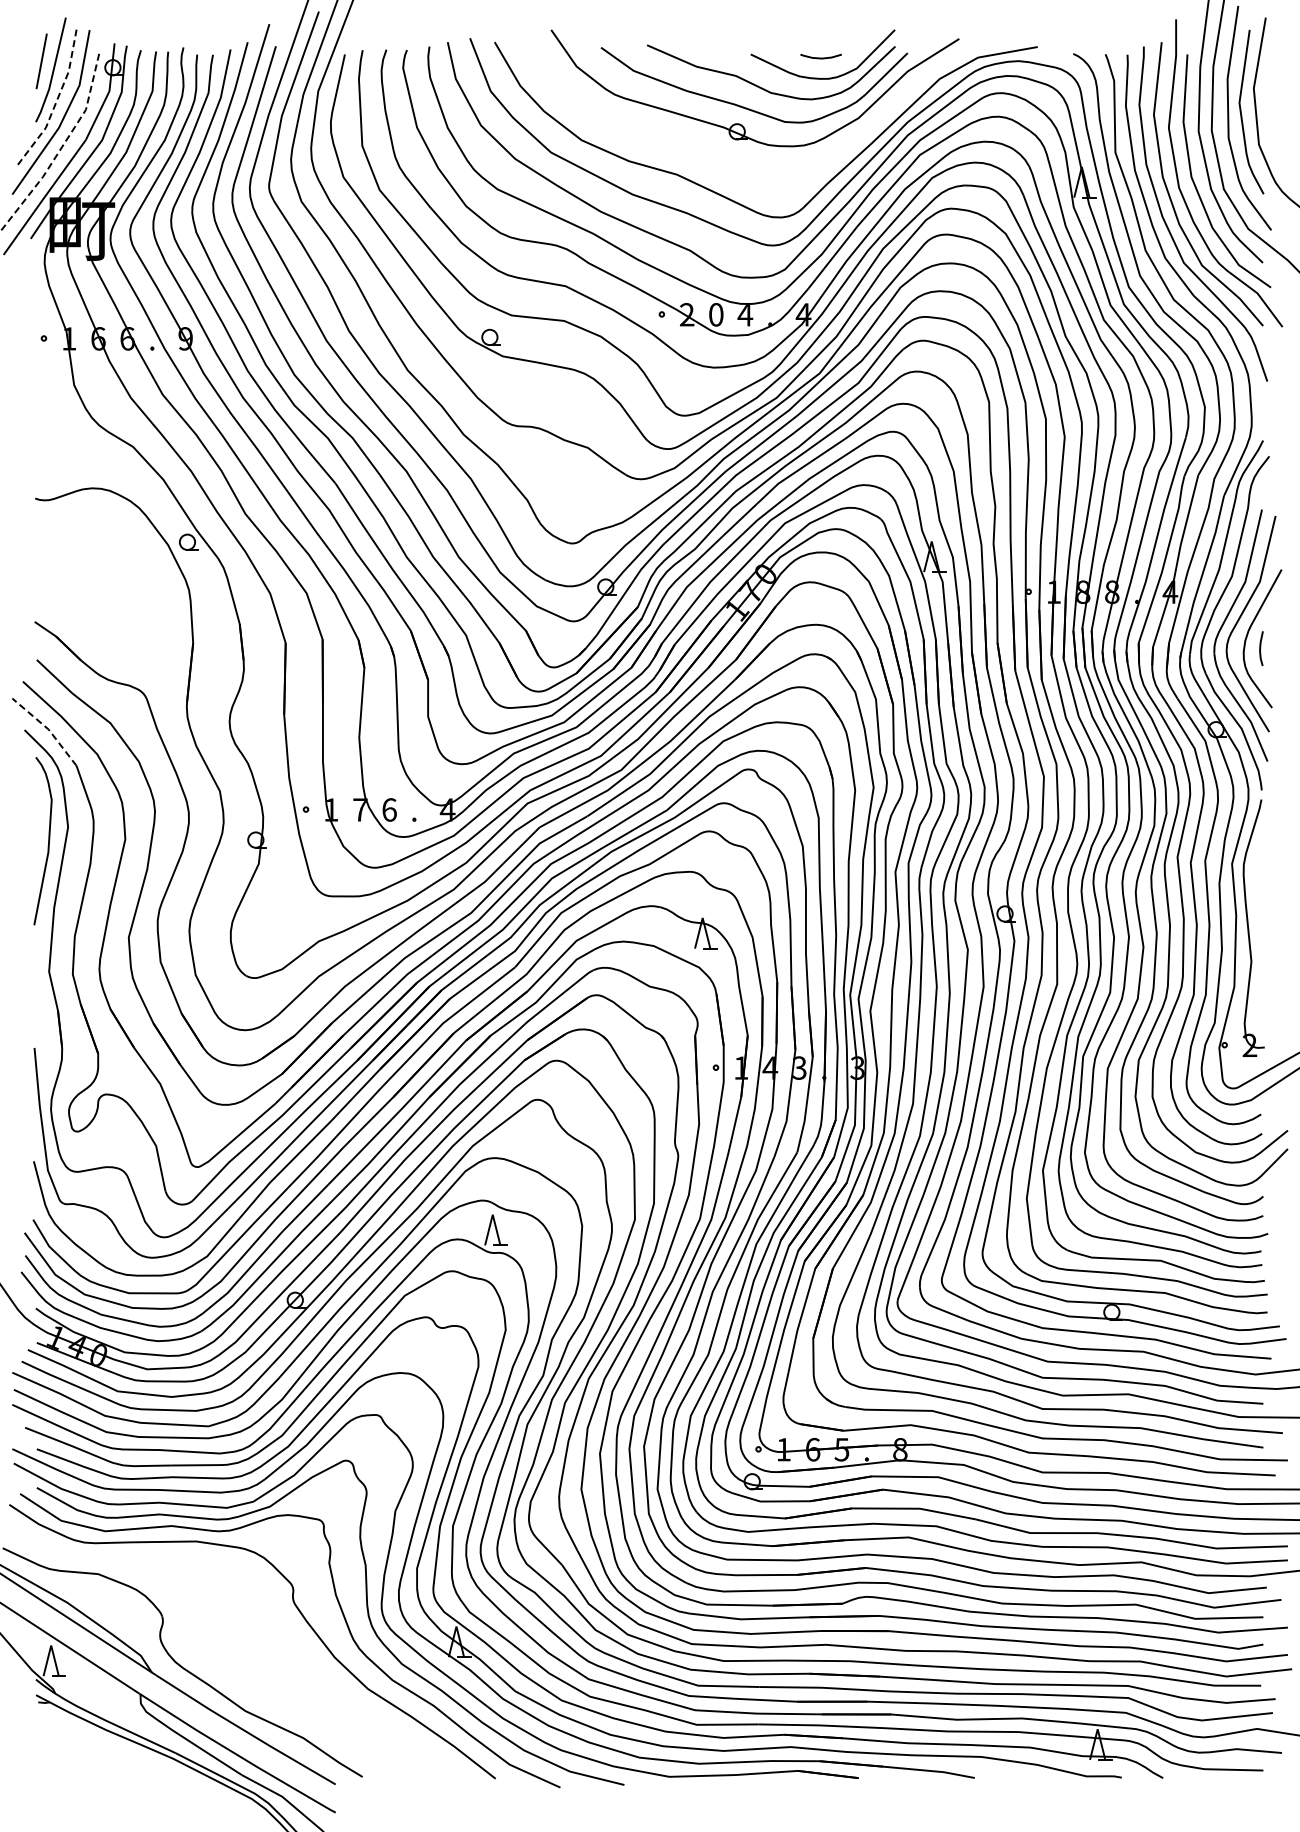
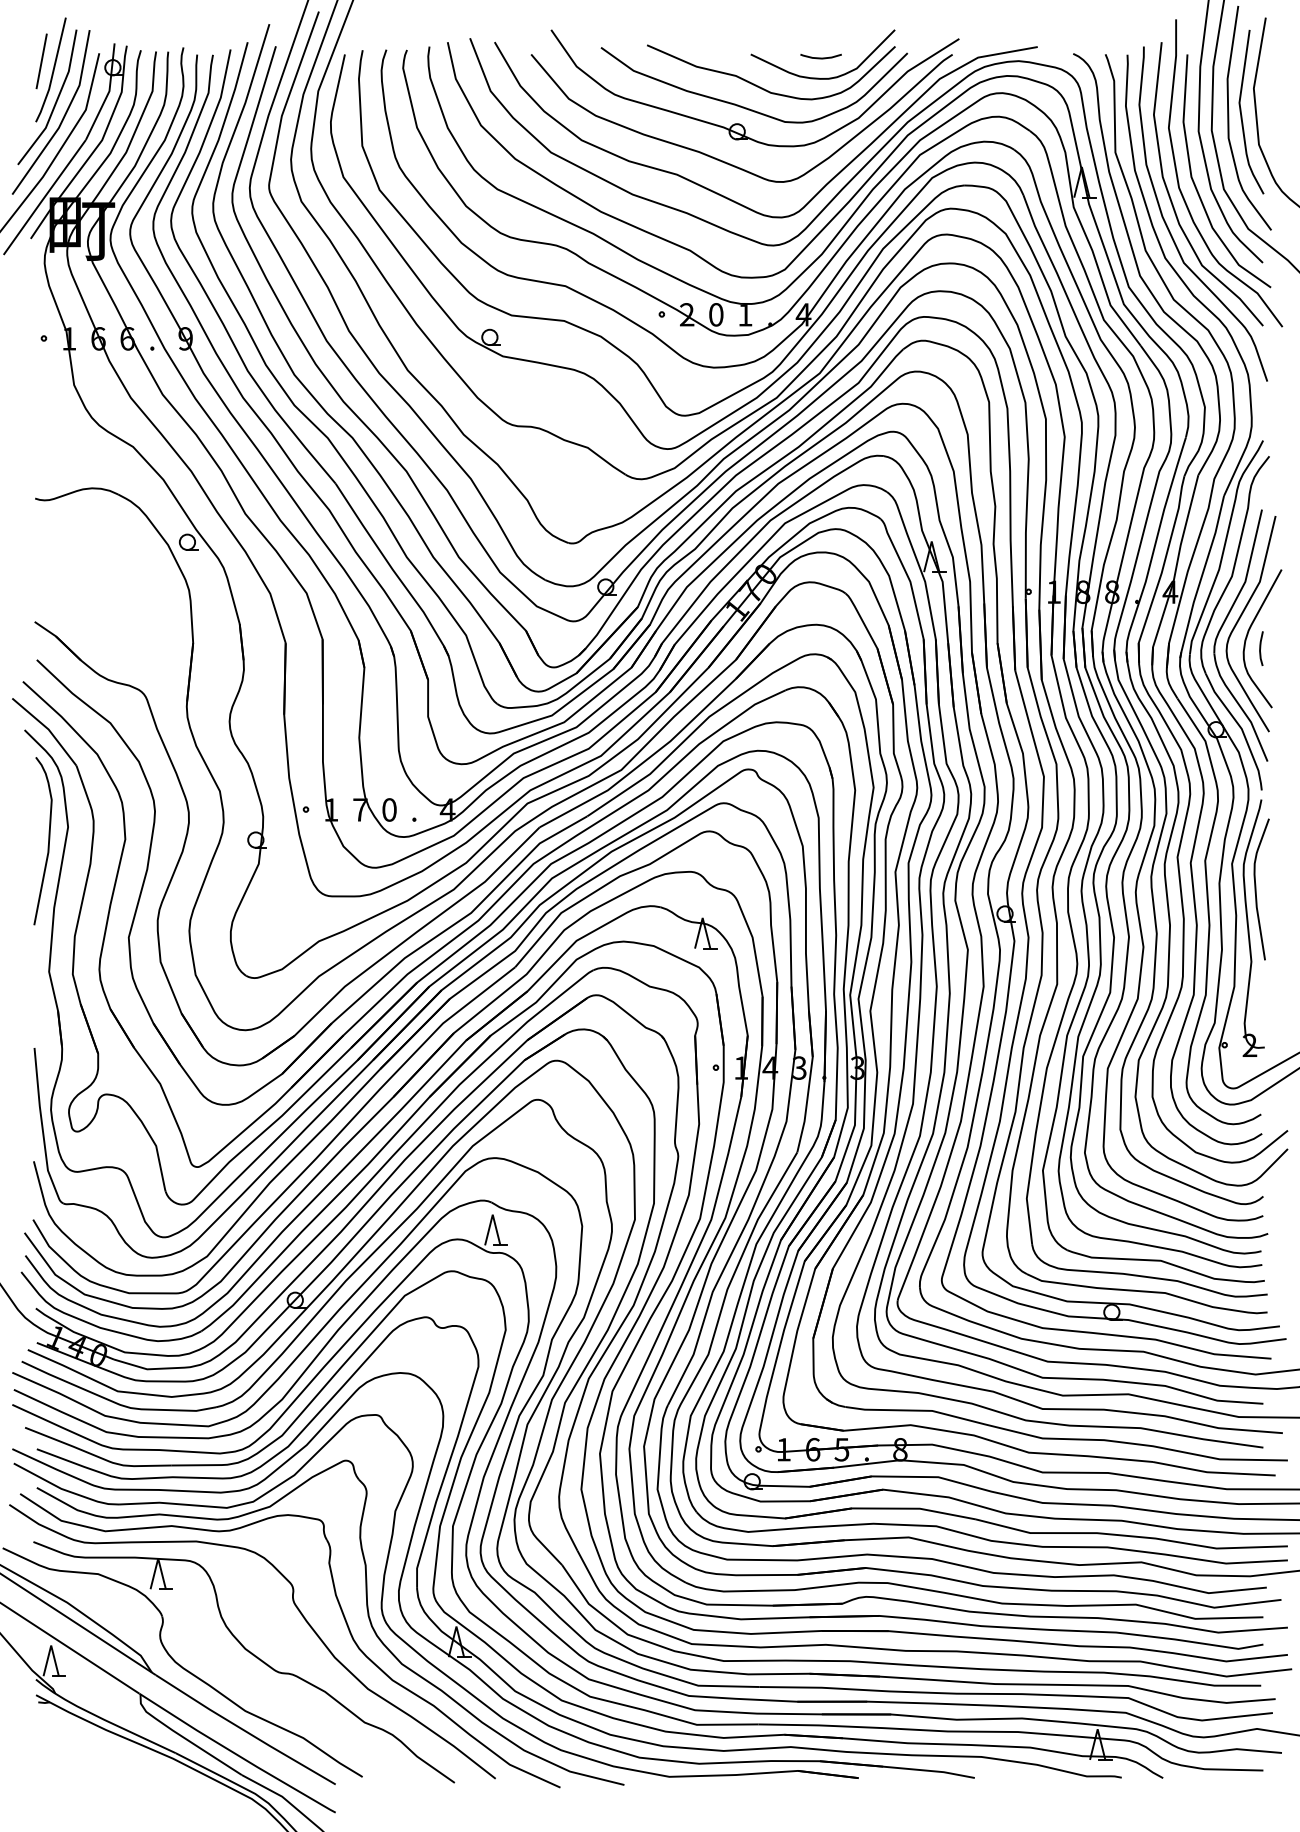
line at (56, 101): dashed -> solid
line at (61, 147): dashed -> solid
curve at (723, 160): none -> present
text at (745, 315): 4 -> 1
line at (47, 728): dashed -> solid
text at (389, 809): 6 -> 0
curve at (1256, 889): none -> present
part at (249, 1653): none -> present
